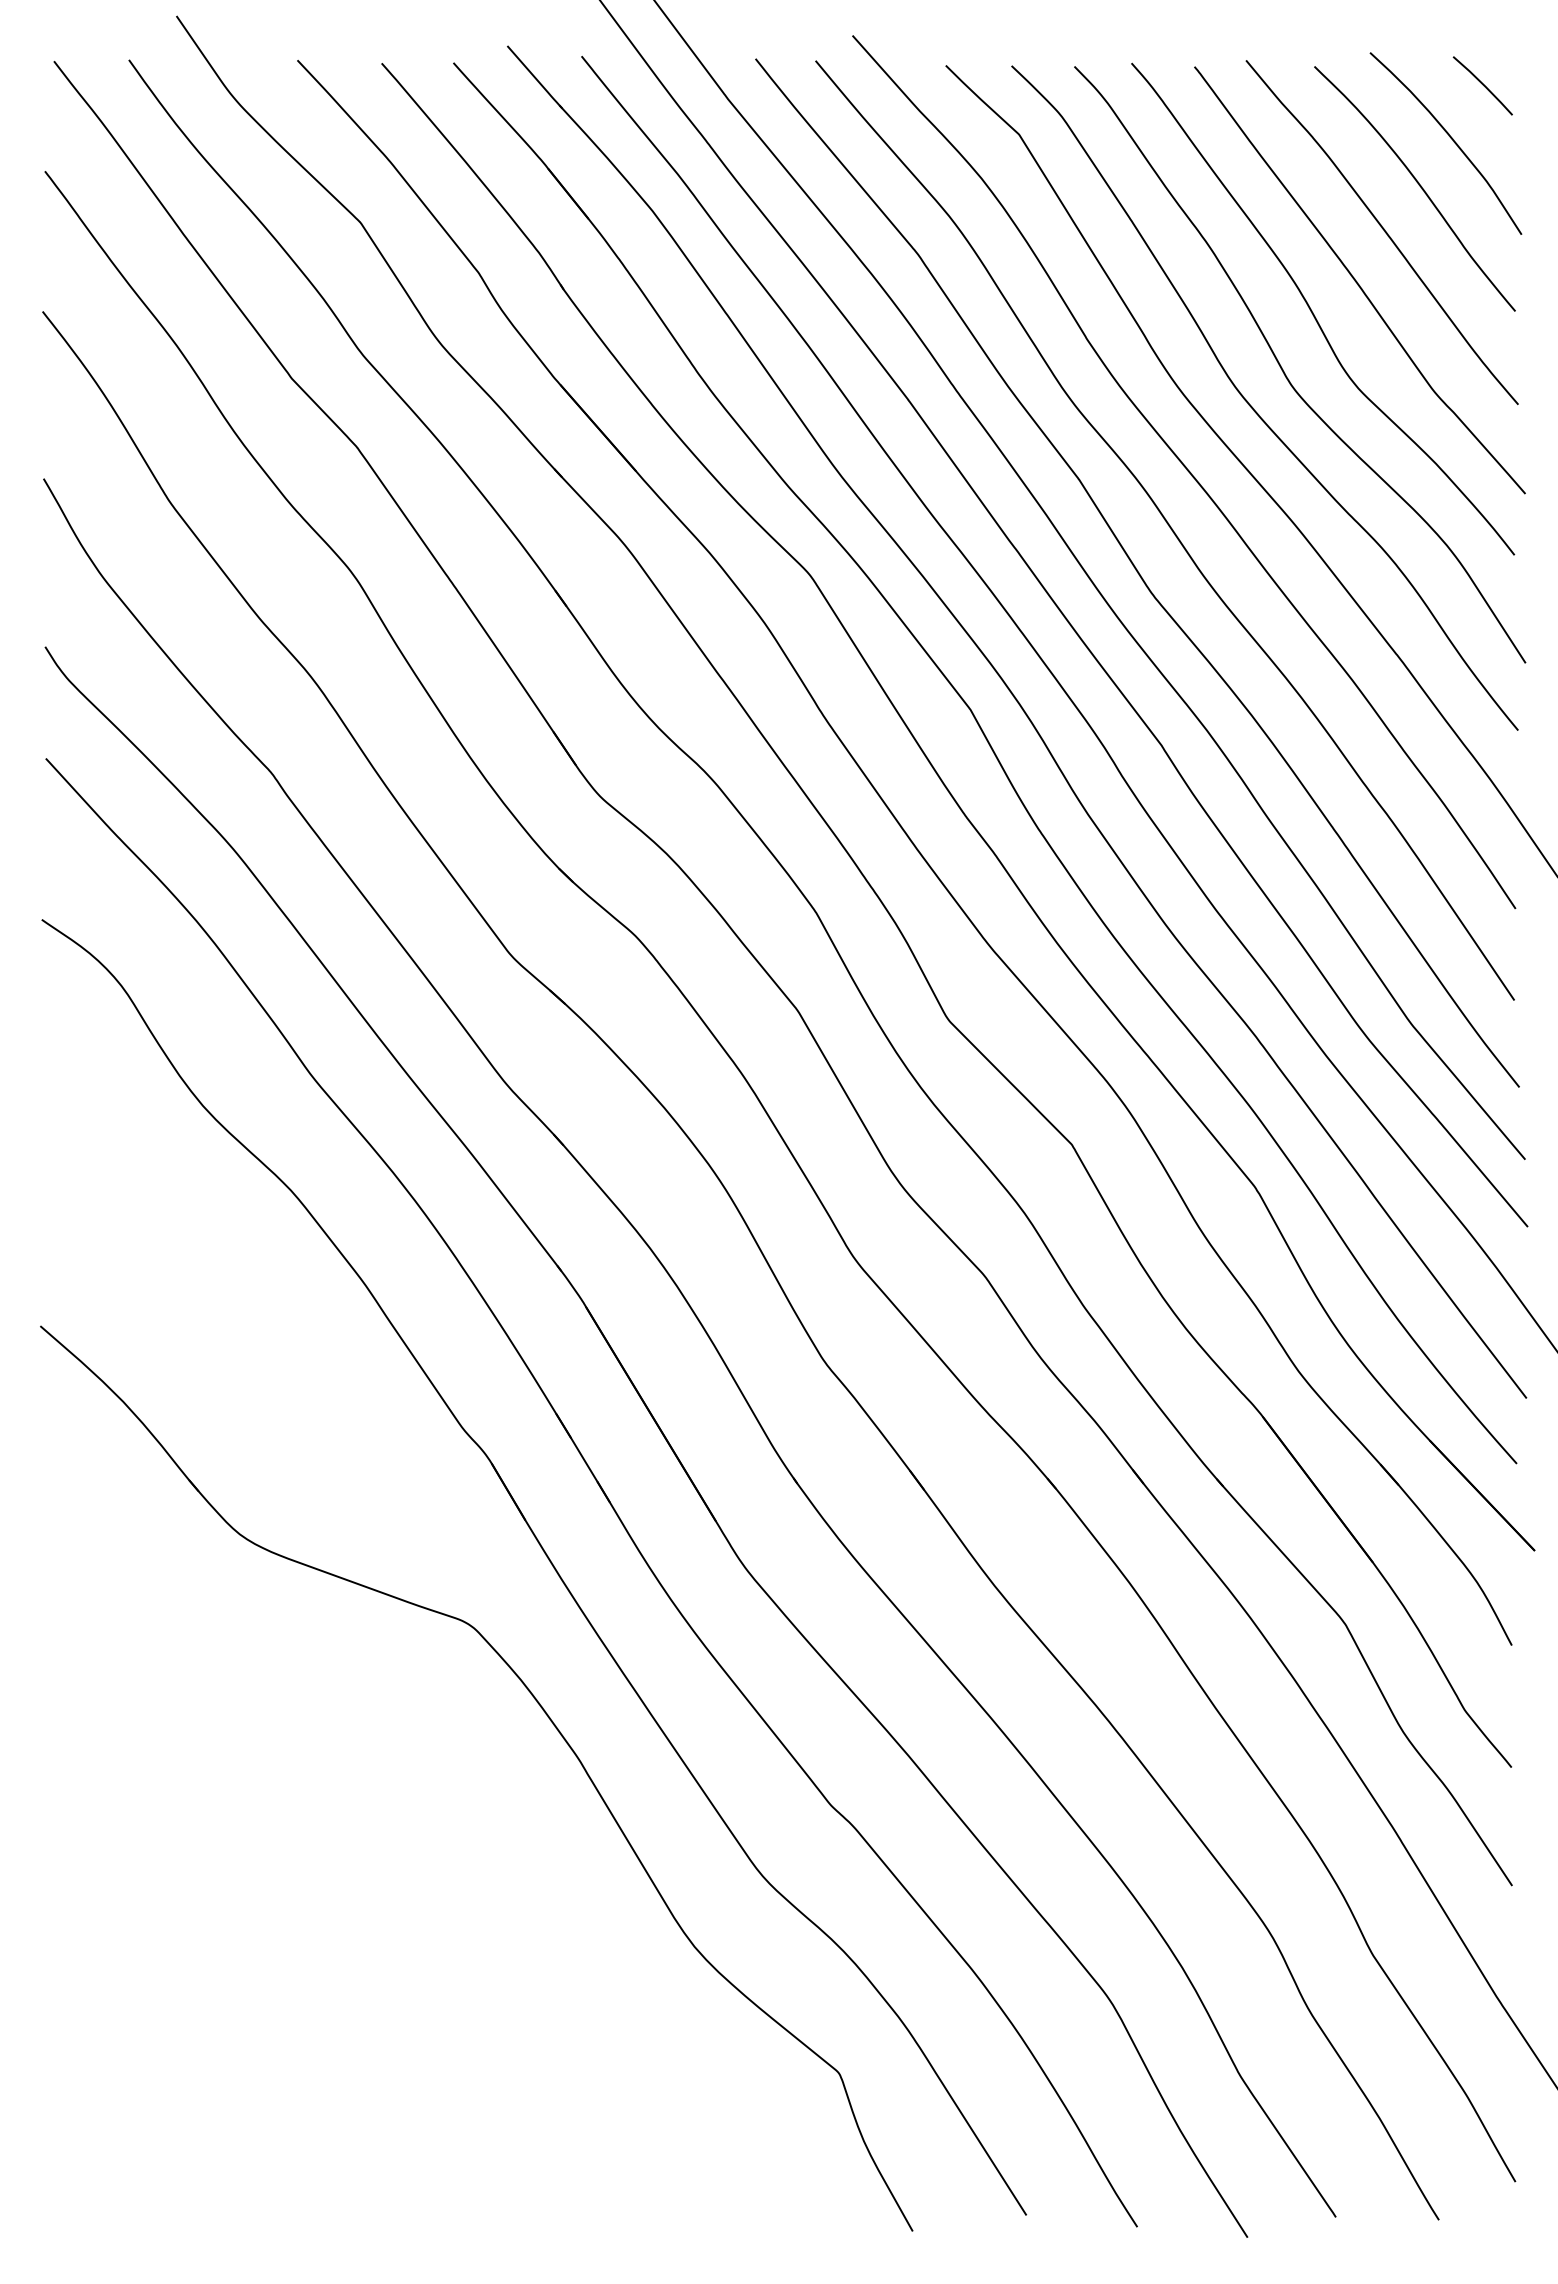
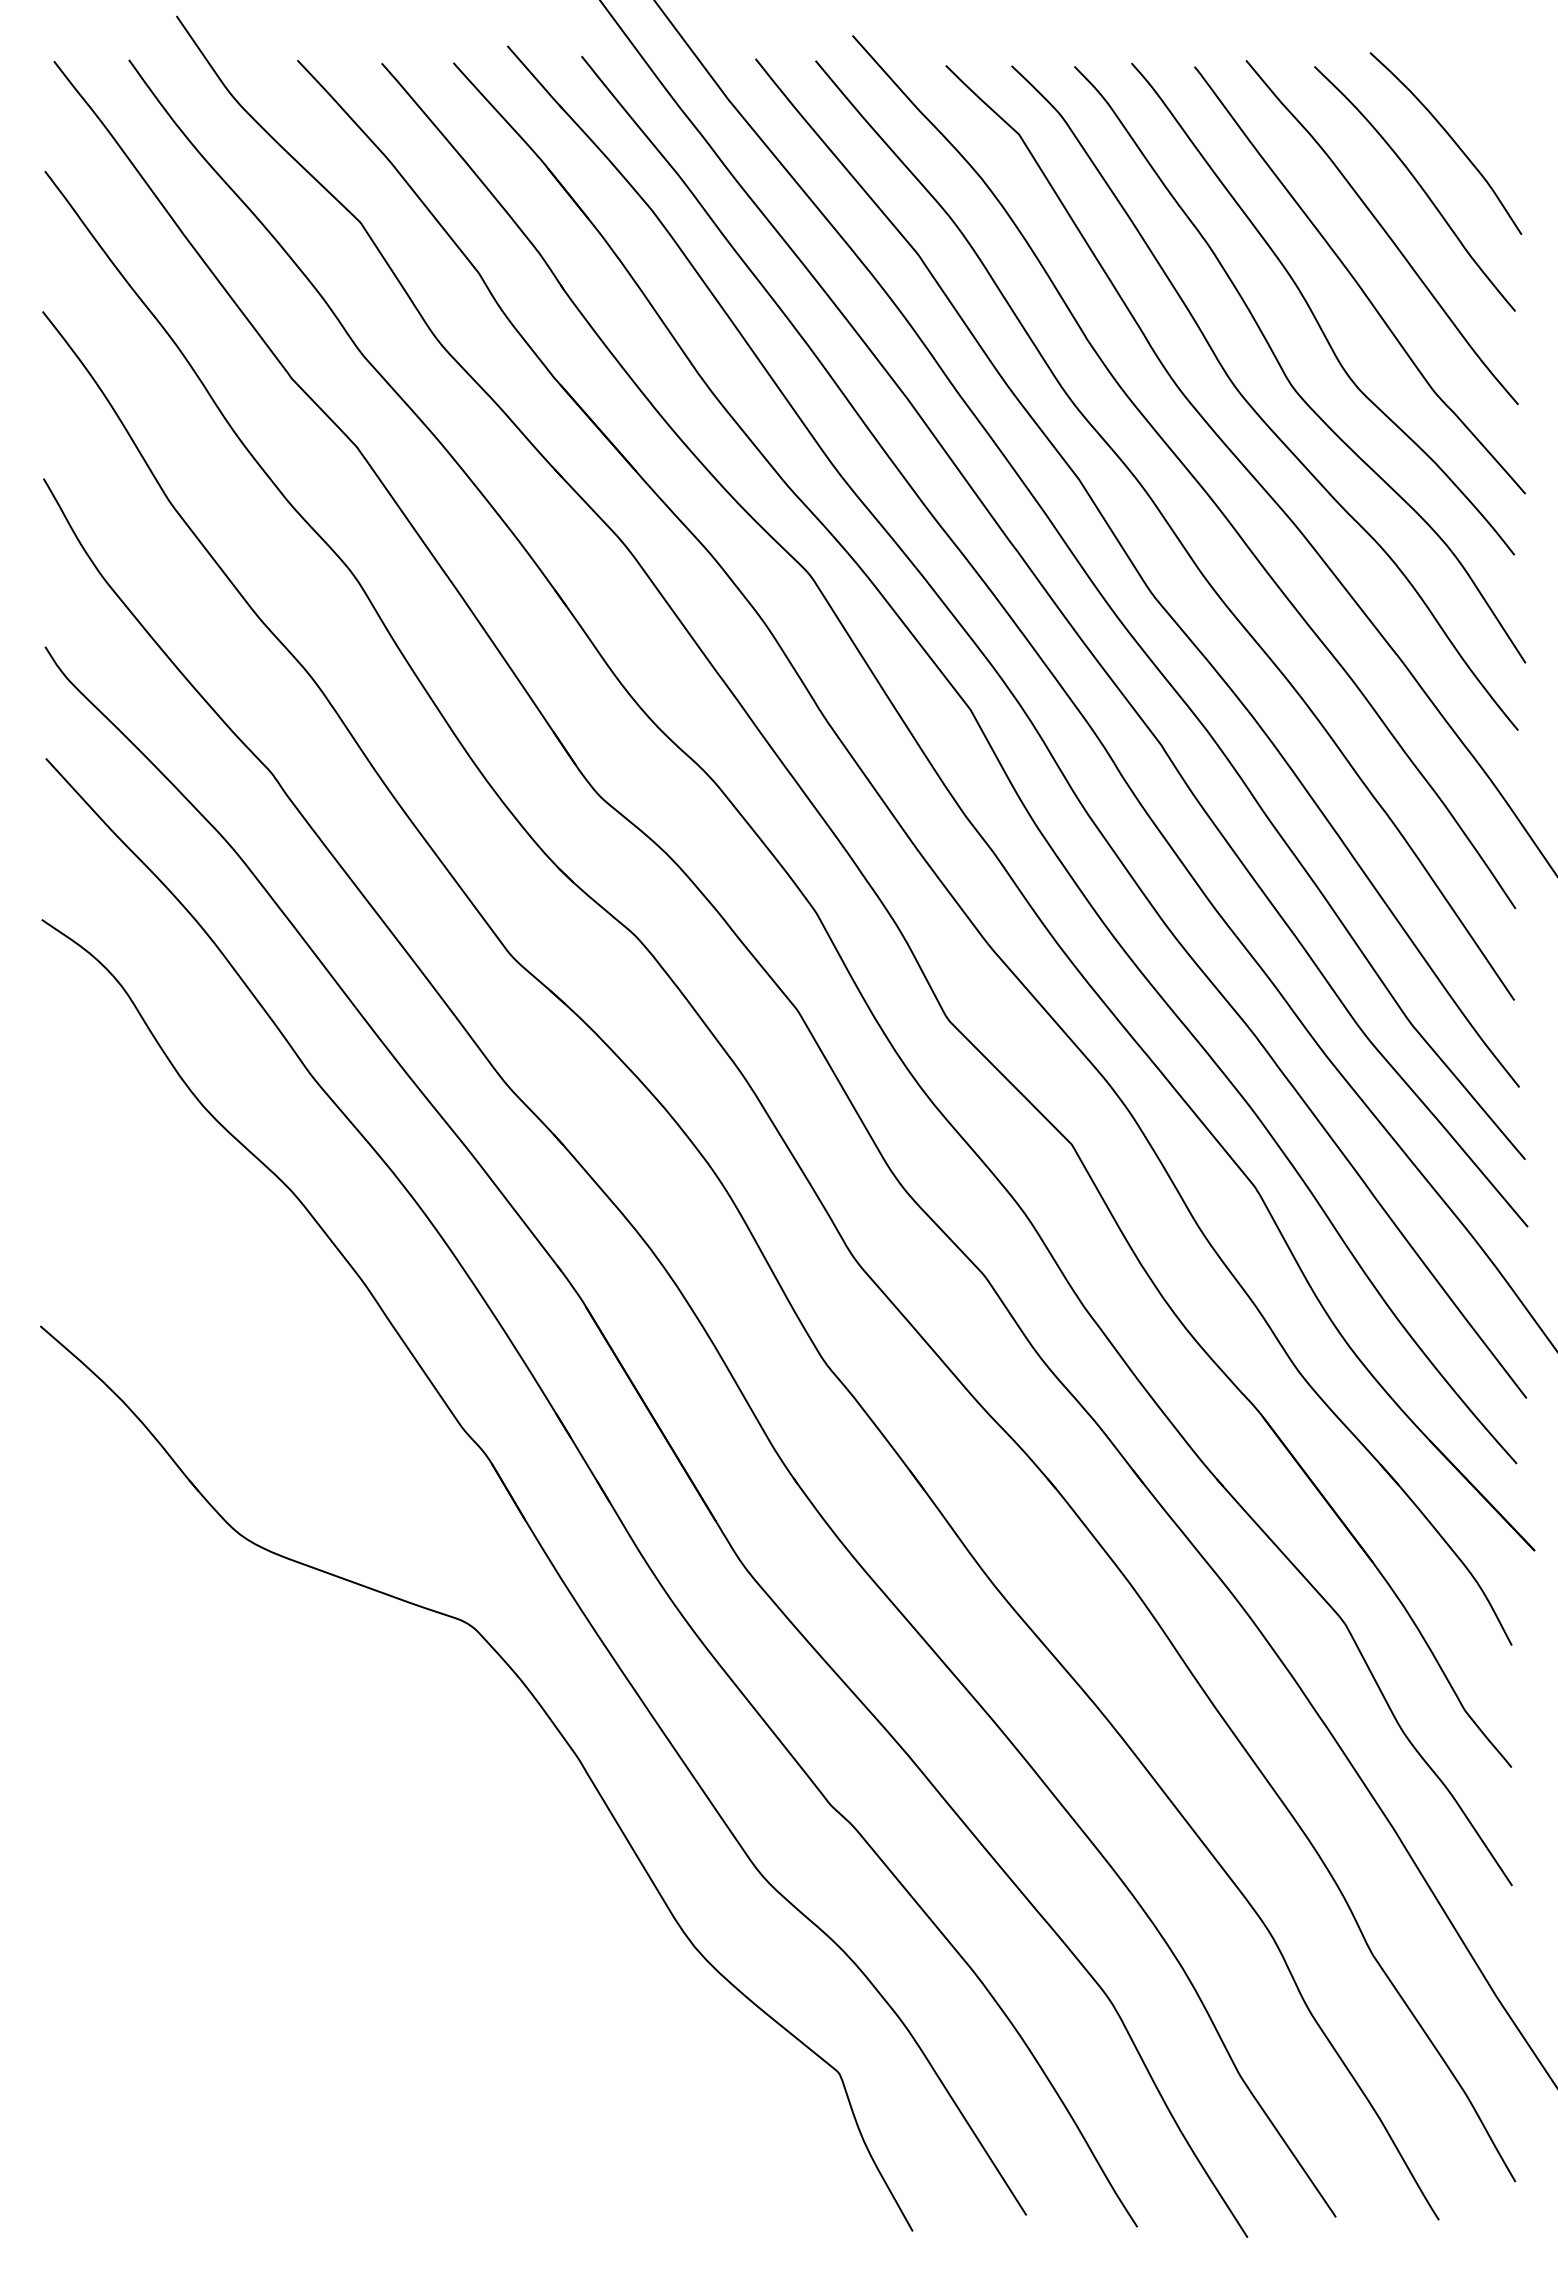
line at (1482, 85): present -> none
